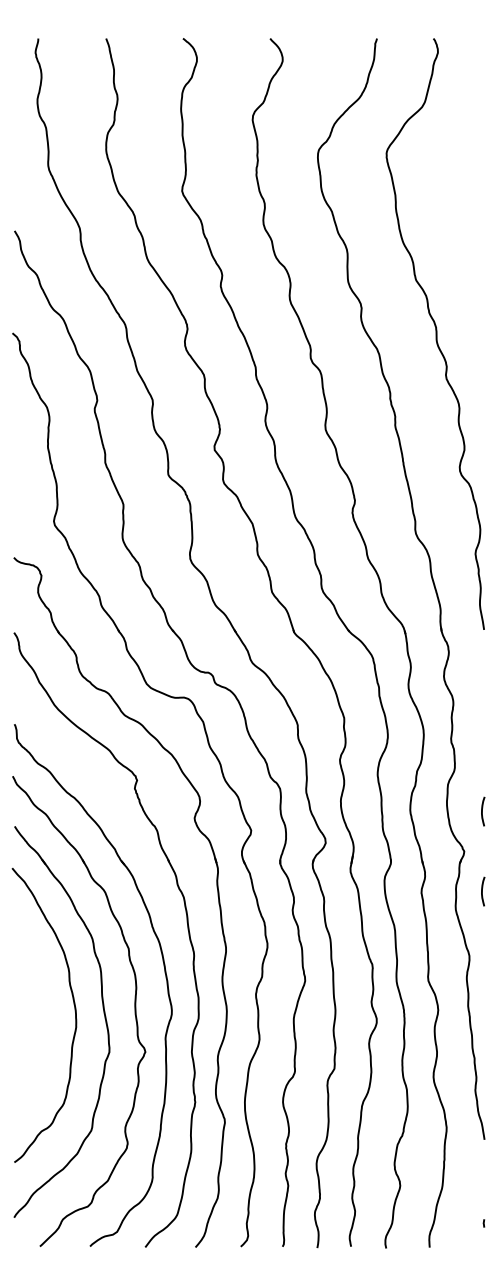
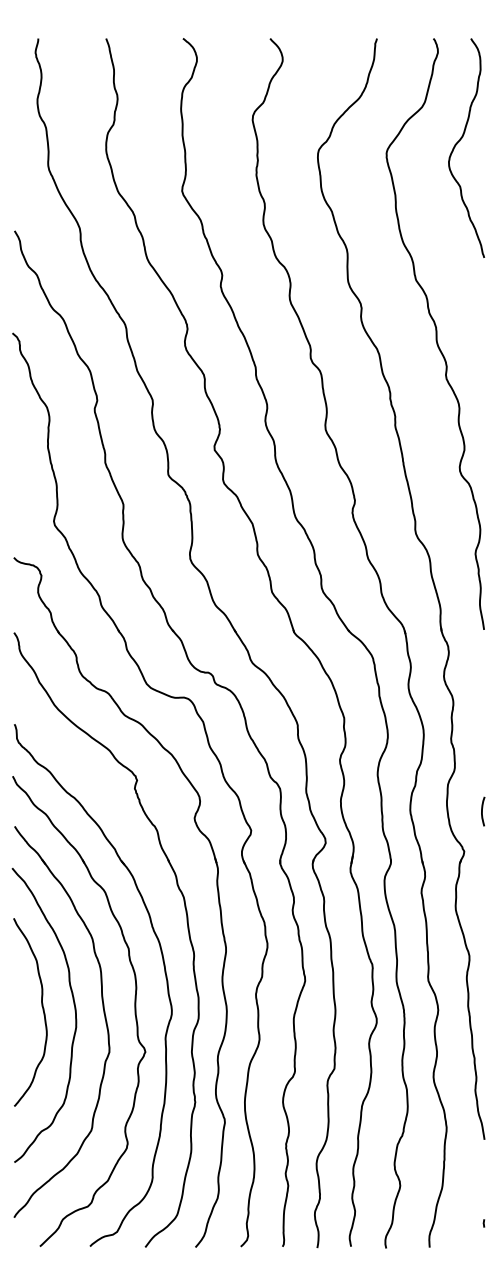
curve at (458, 143): none -> present
curve at (482, 891): present -> none
curve at (42, 1010): none -> present
